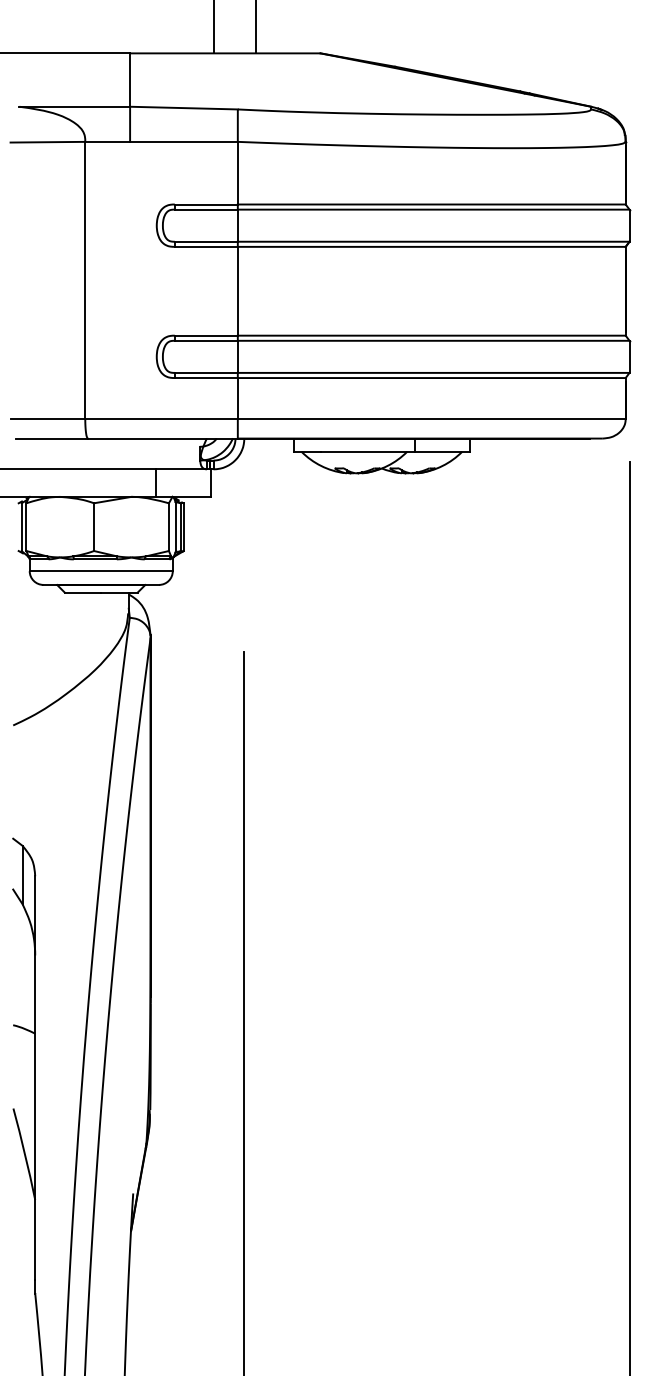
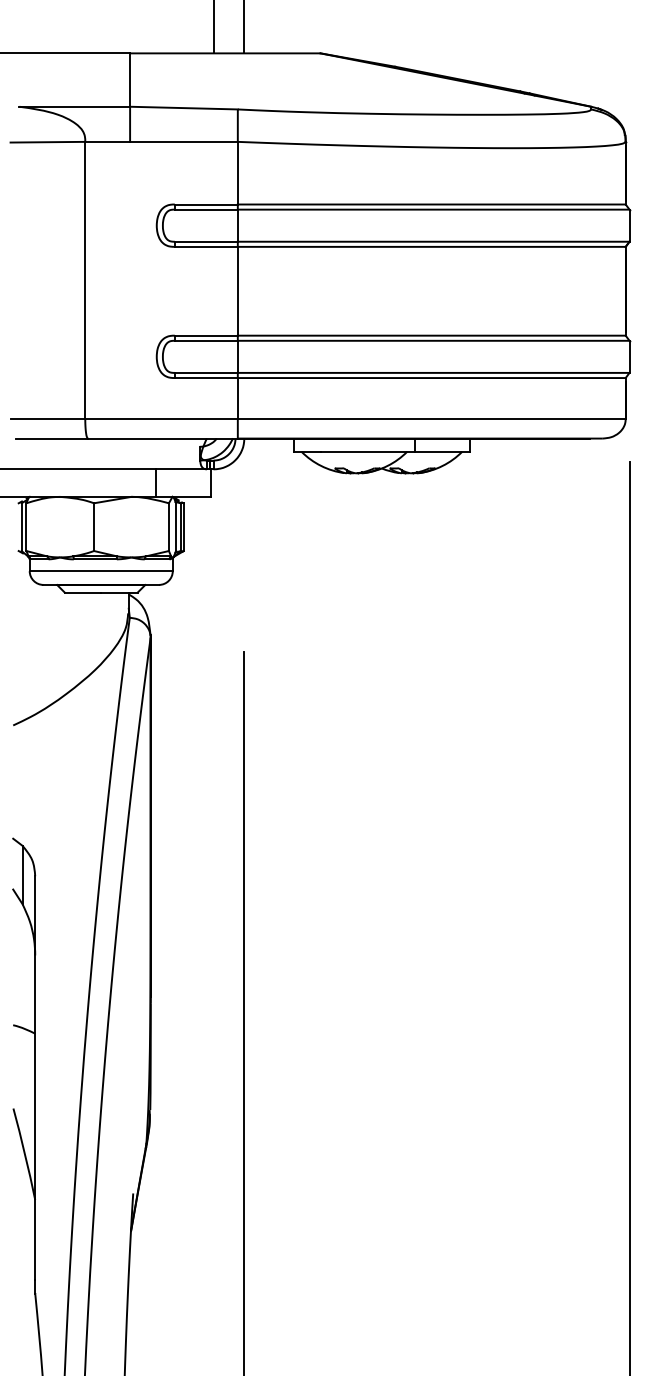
line at (256, 27) position: (256, 27) -> (244, 27)
